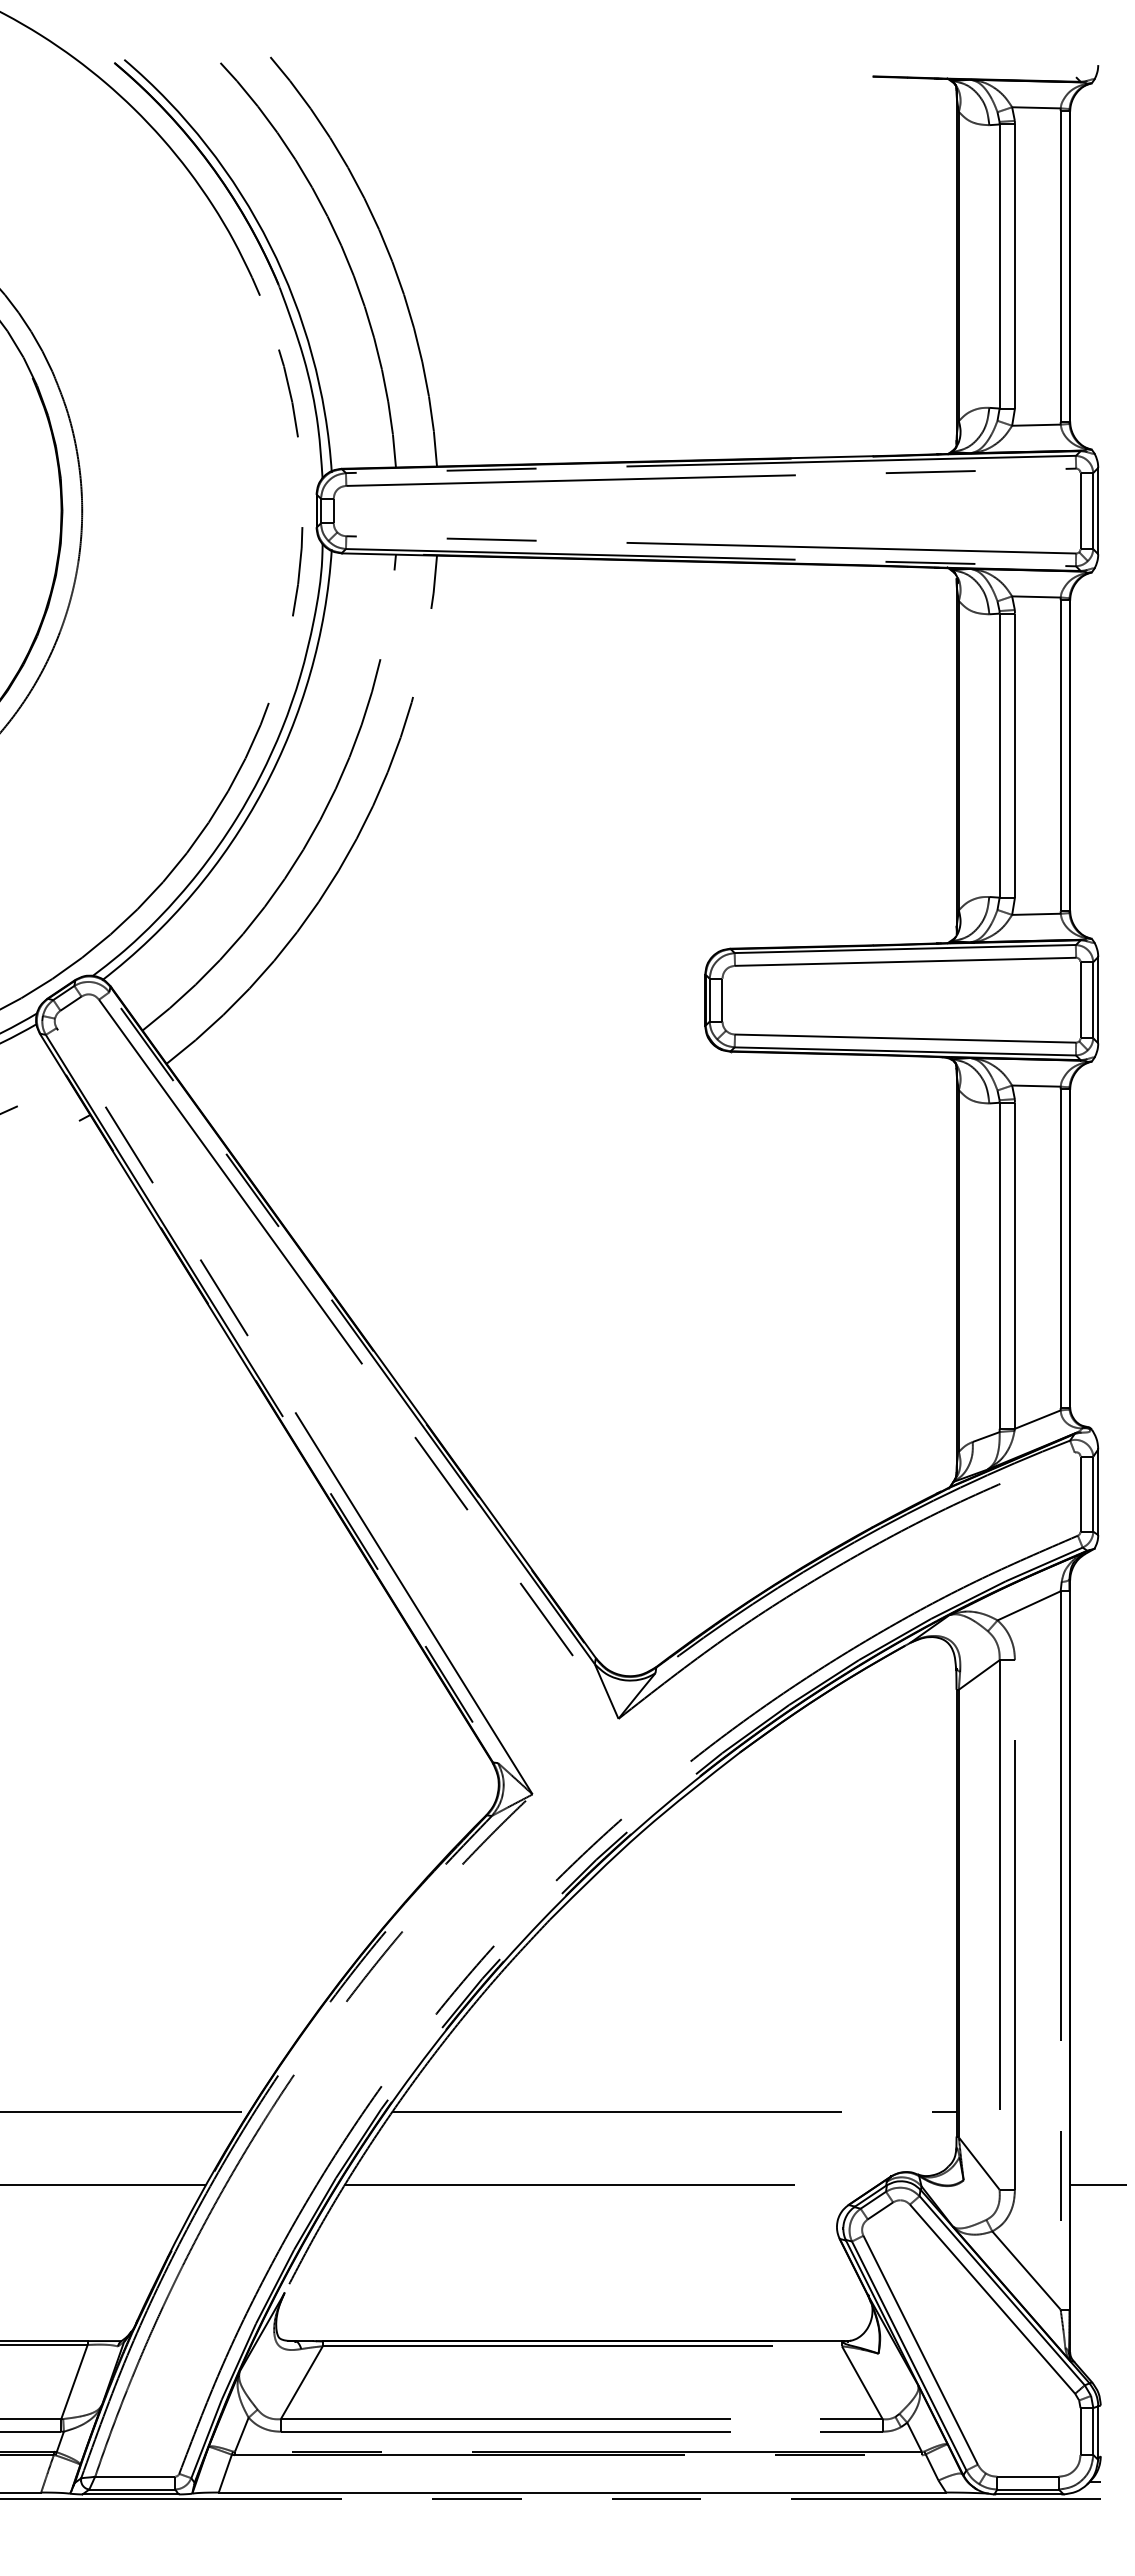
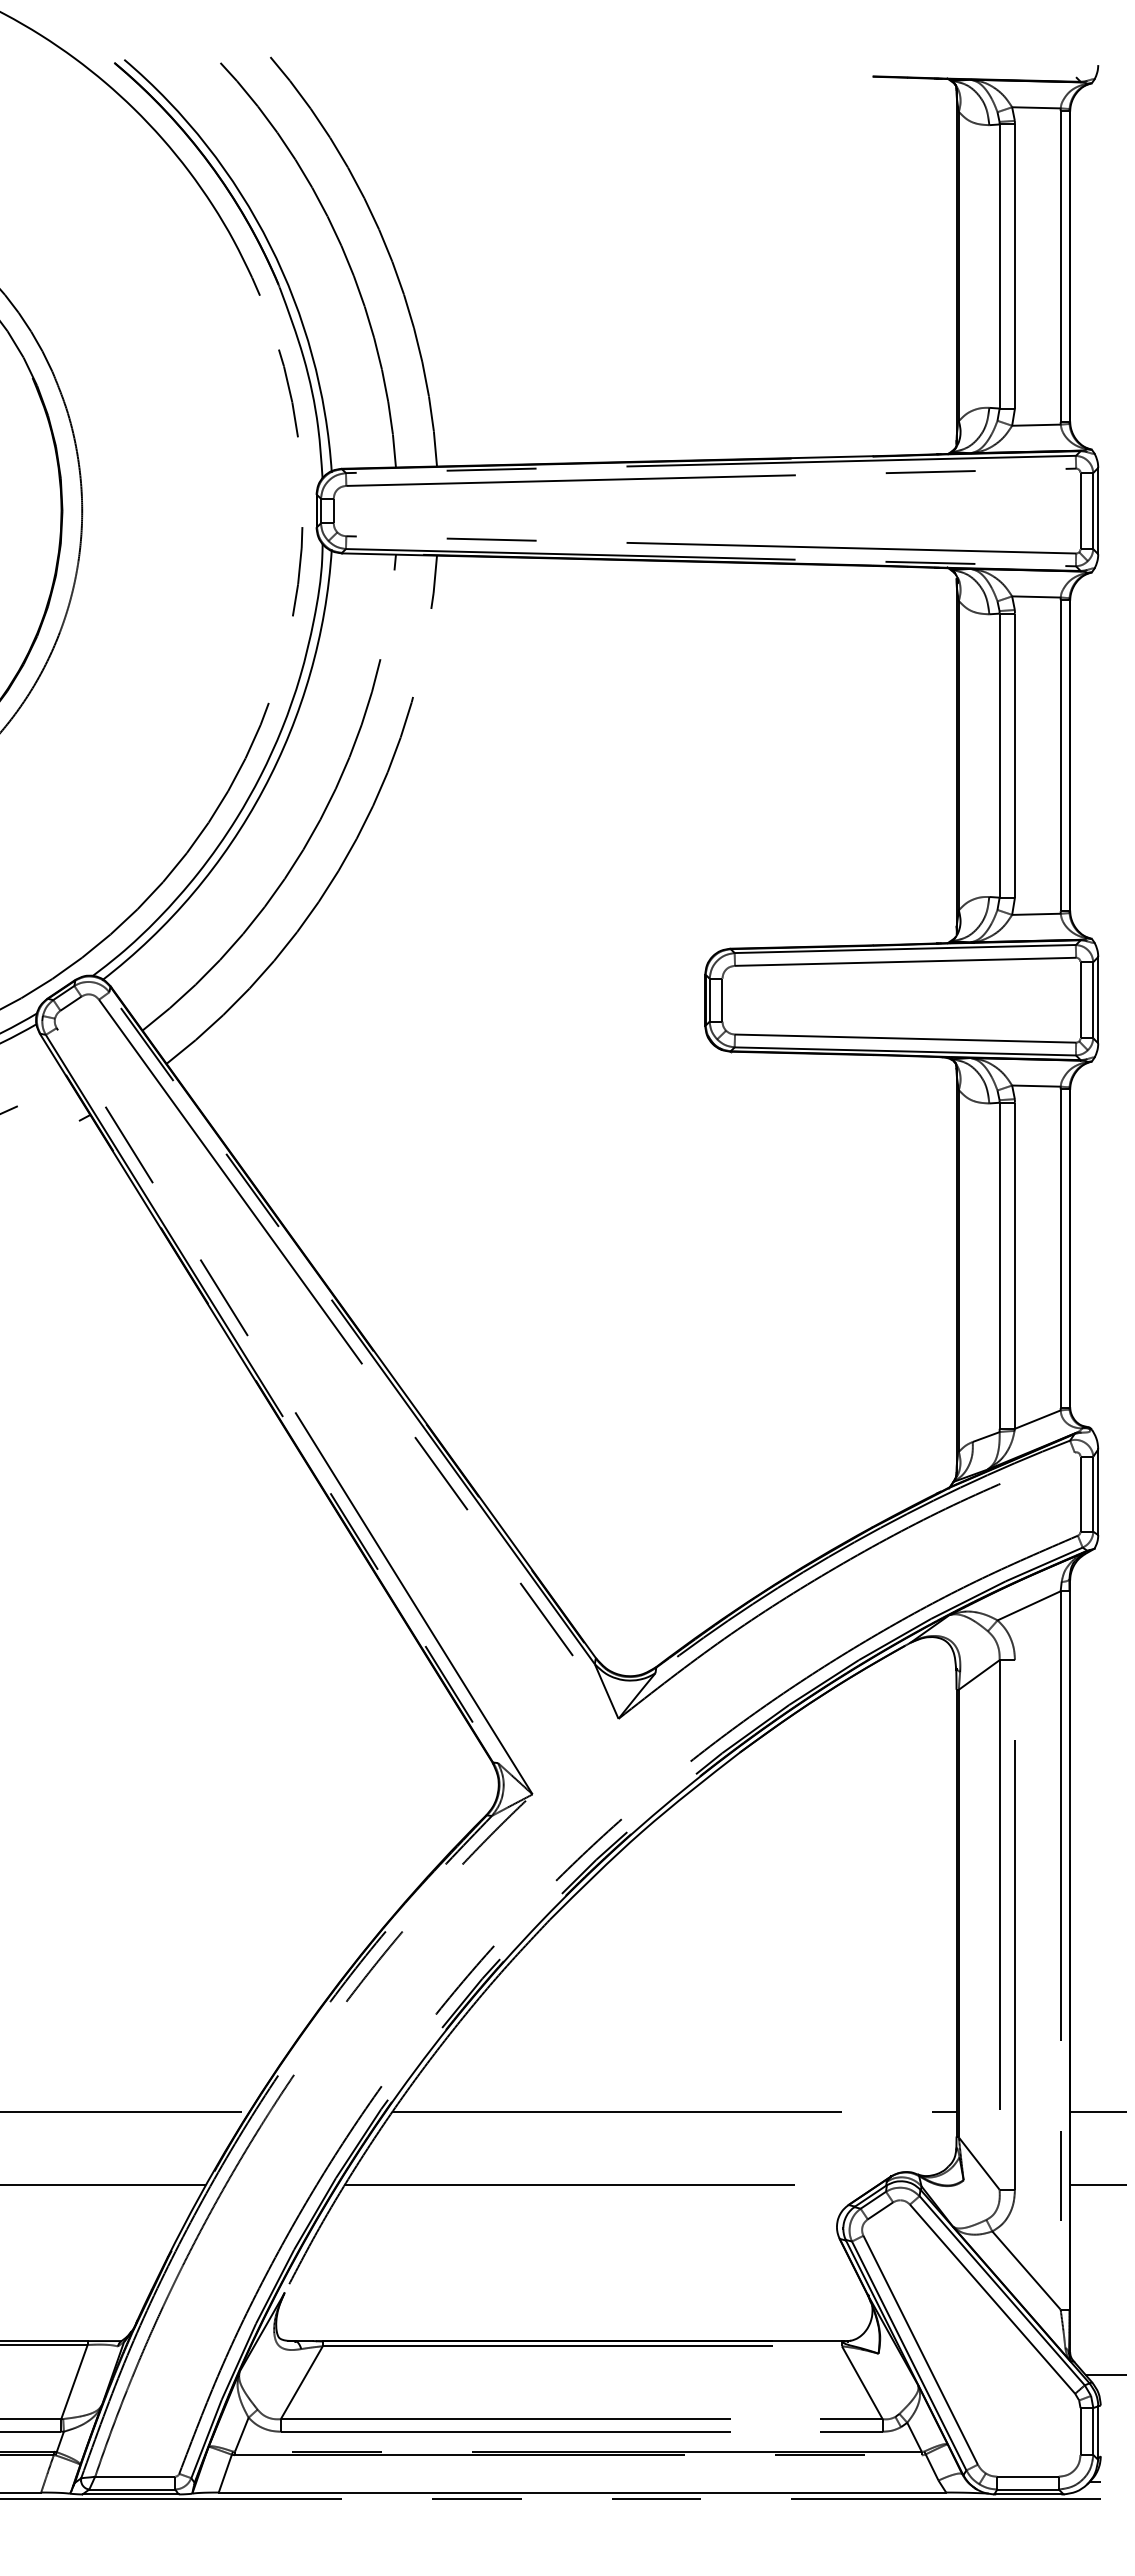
line at (1098, 2112): none -> present
line at (1106, 2374): none -> present
